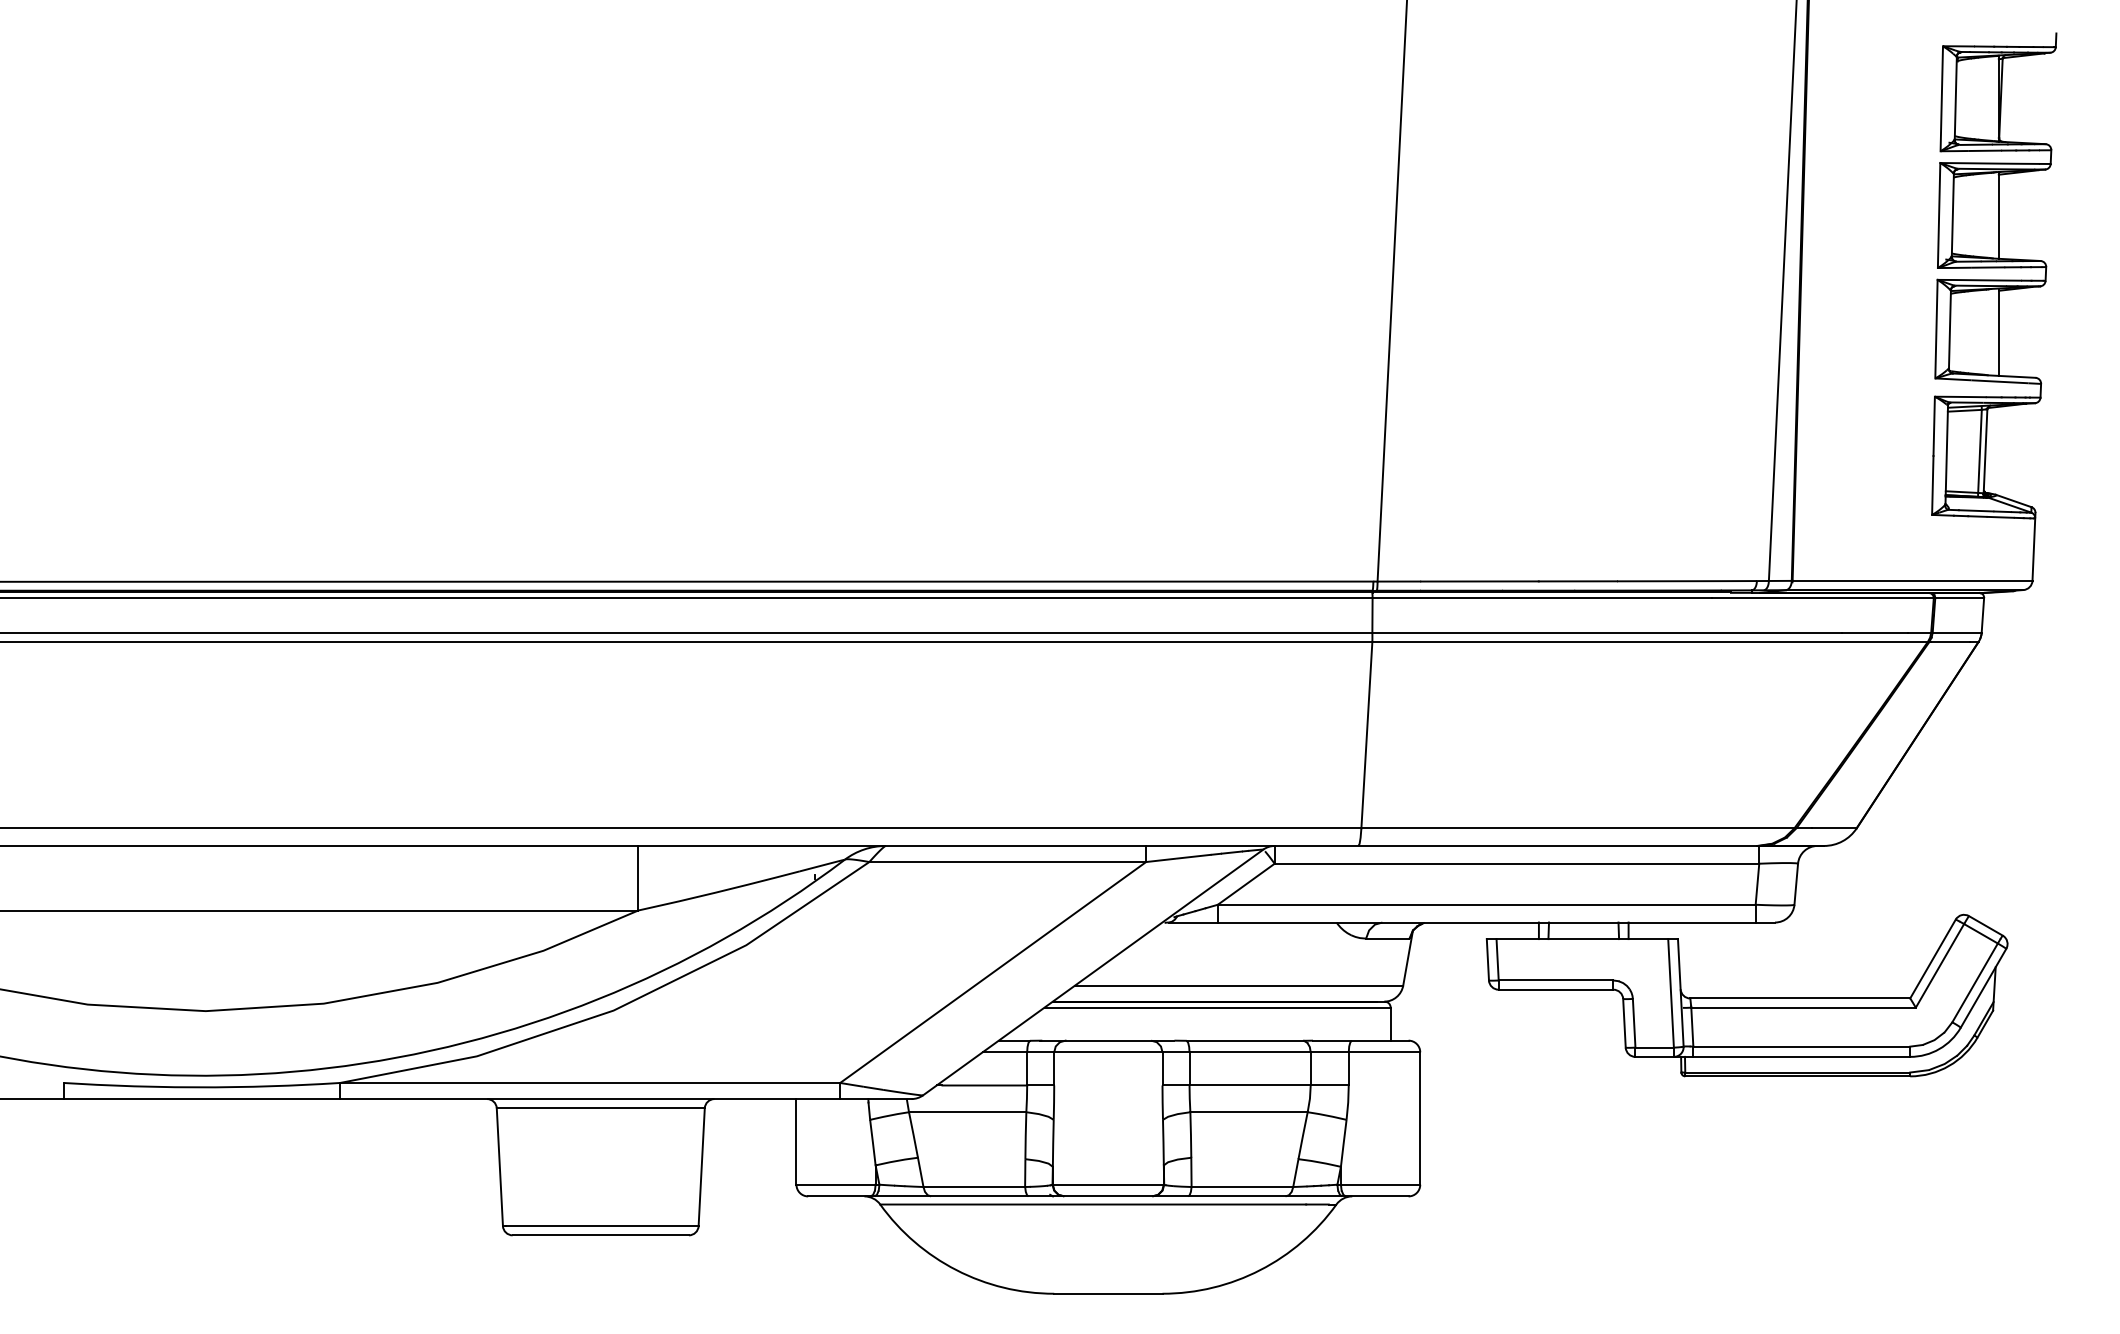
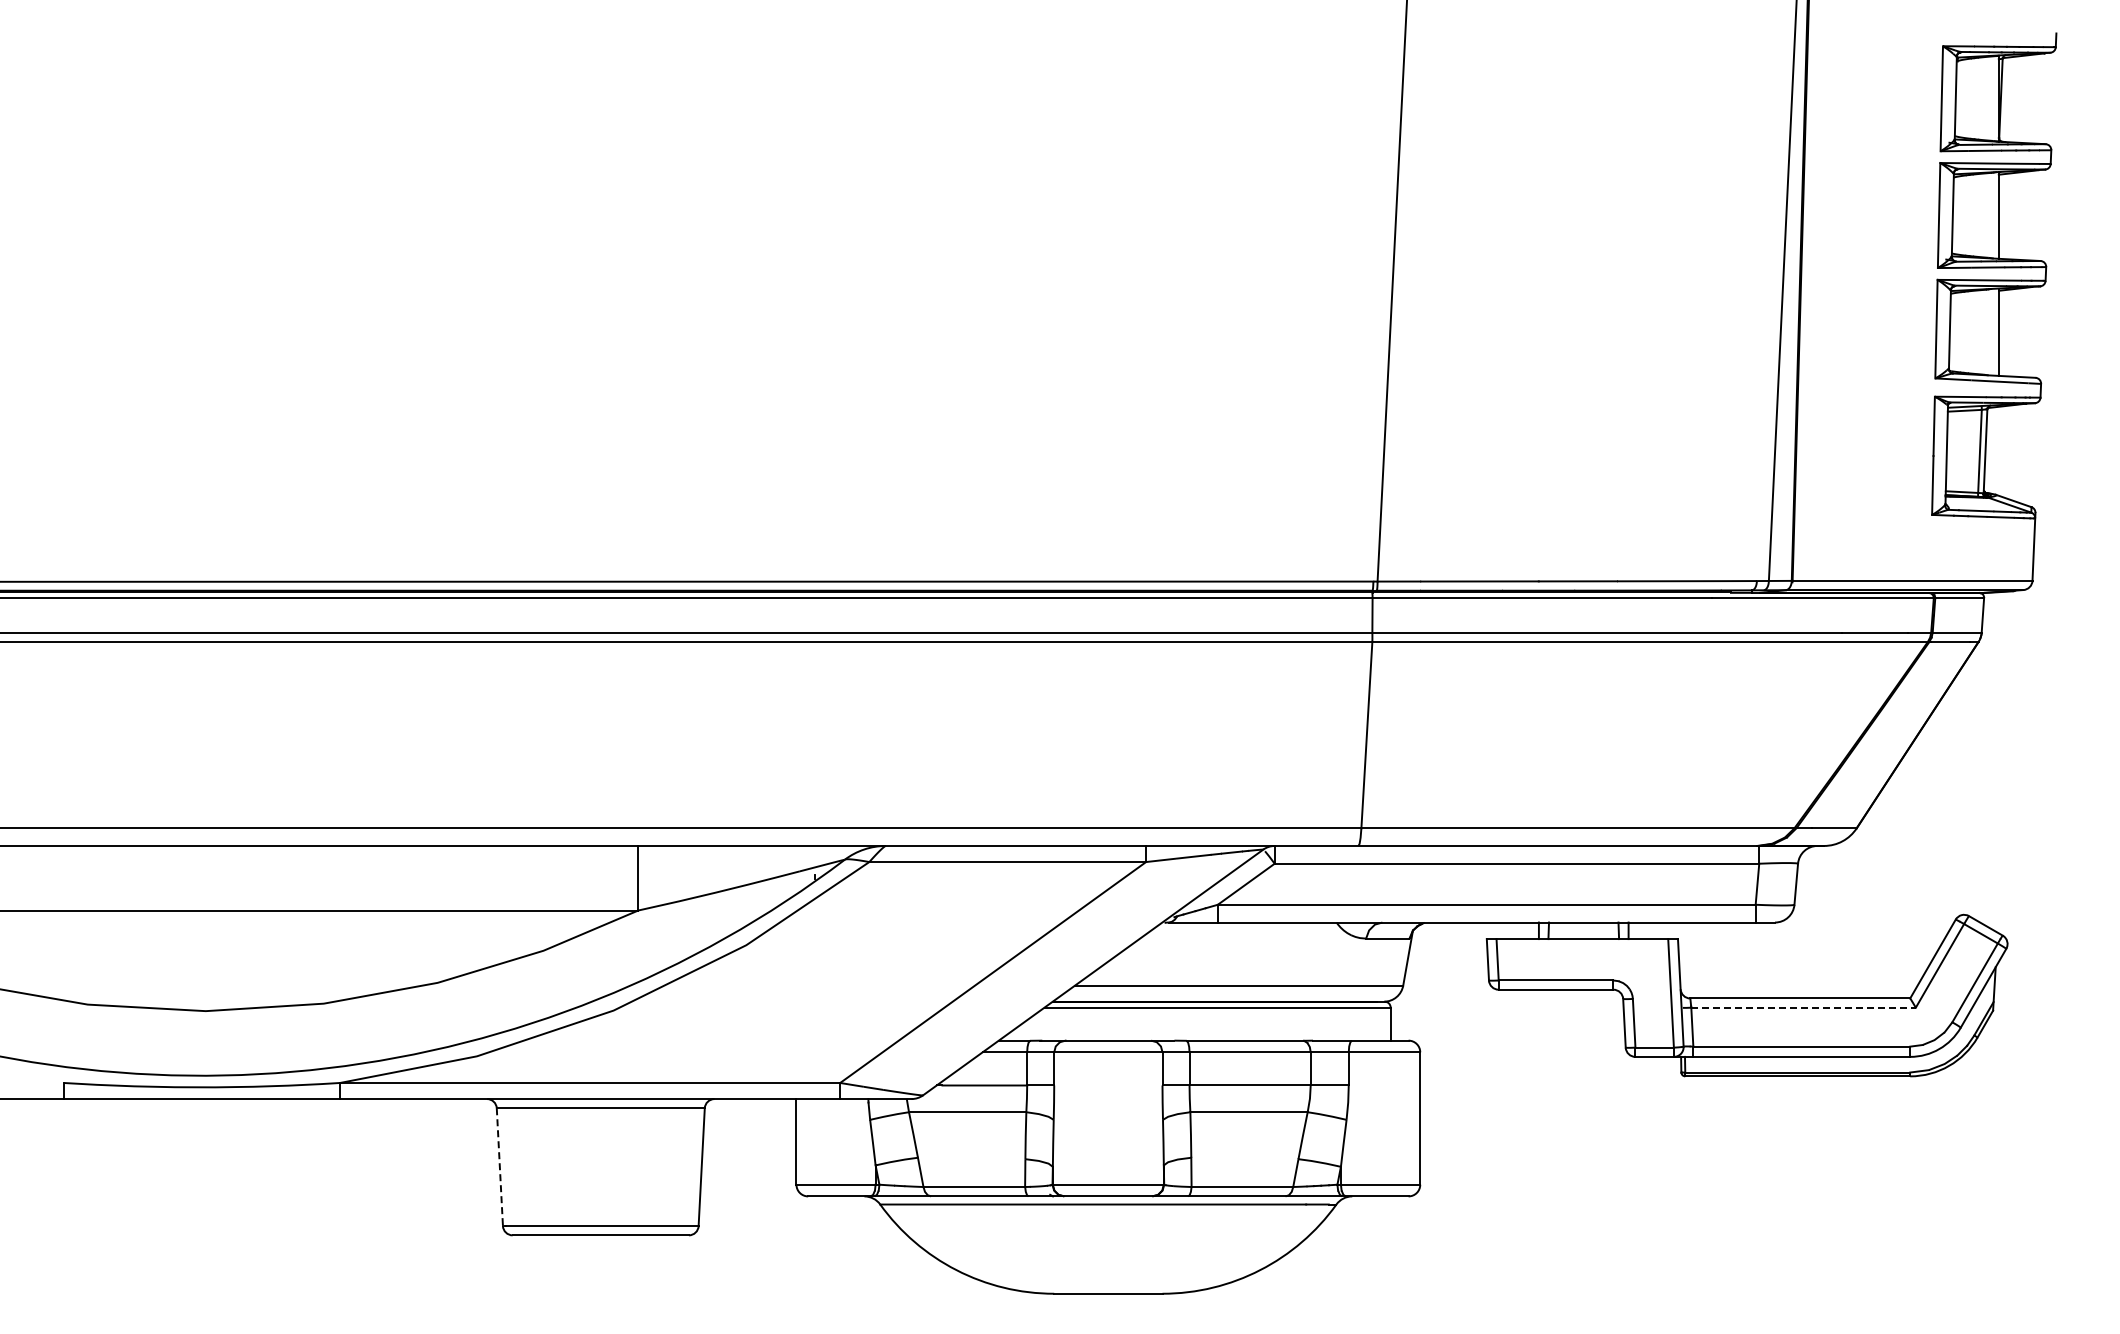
line at (1804, 1007): solid -> dashed
line at (499, 1167): solid -> dashed
